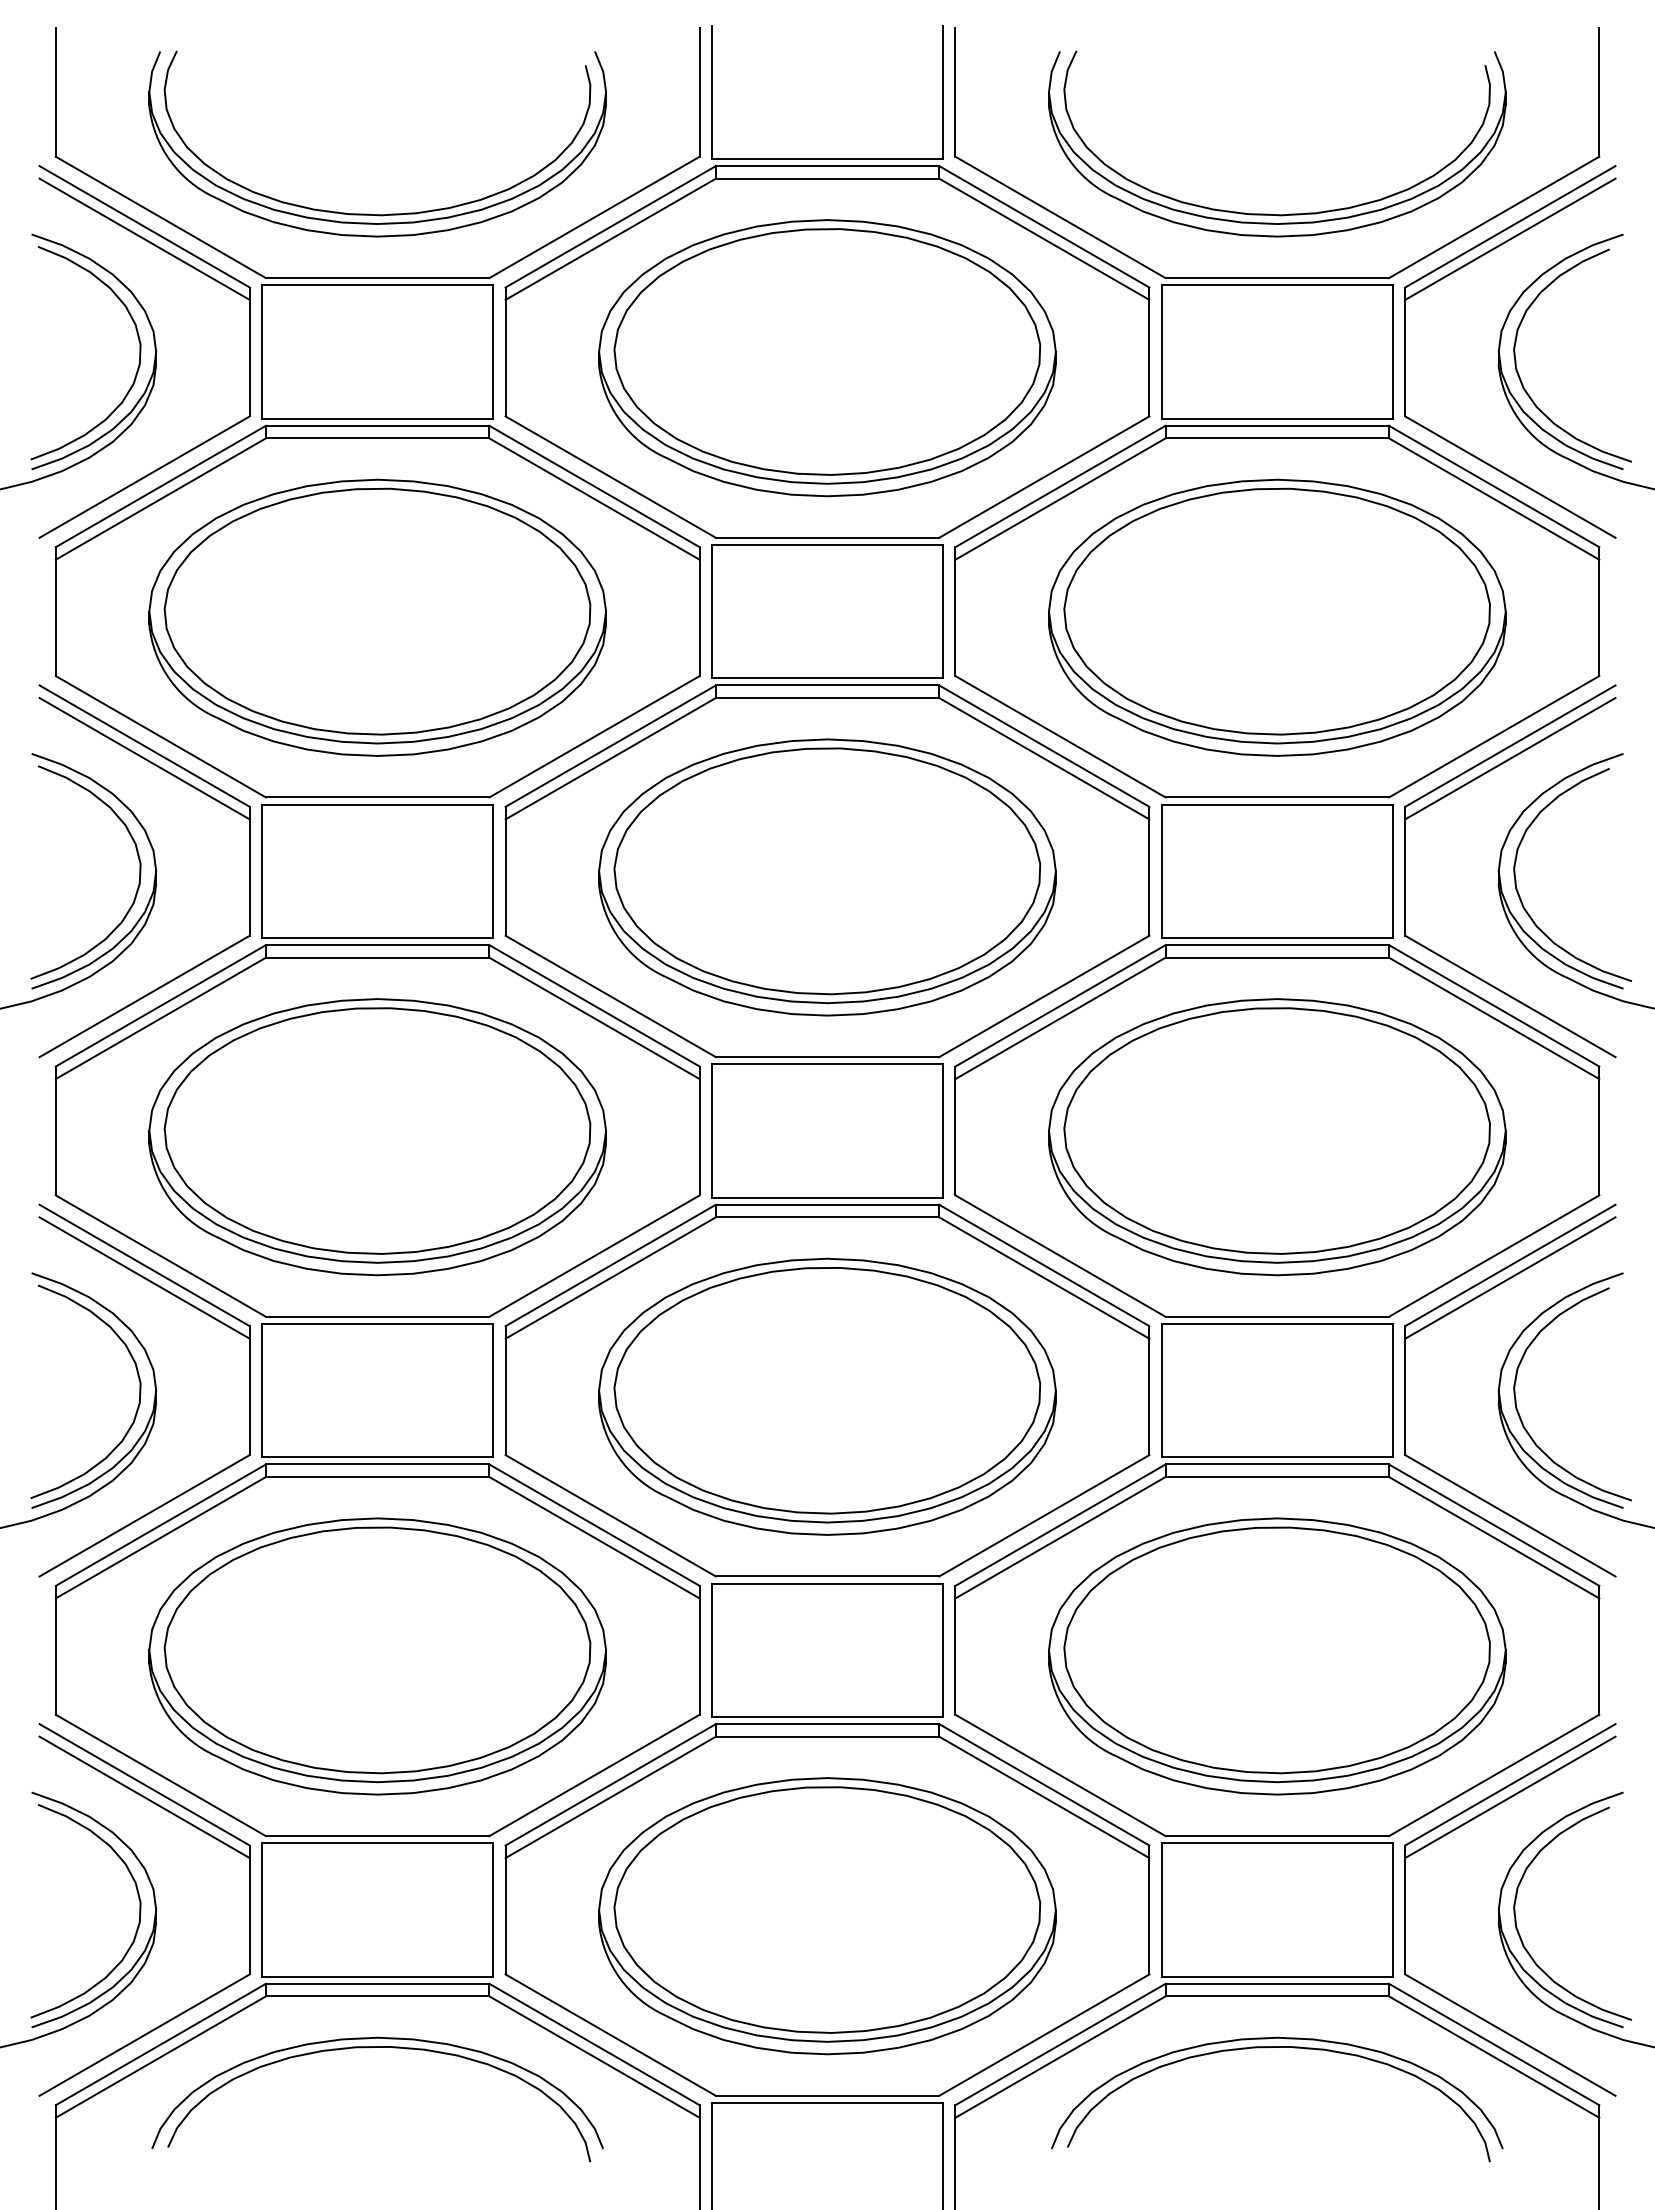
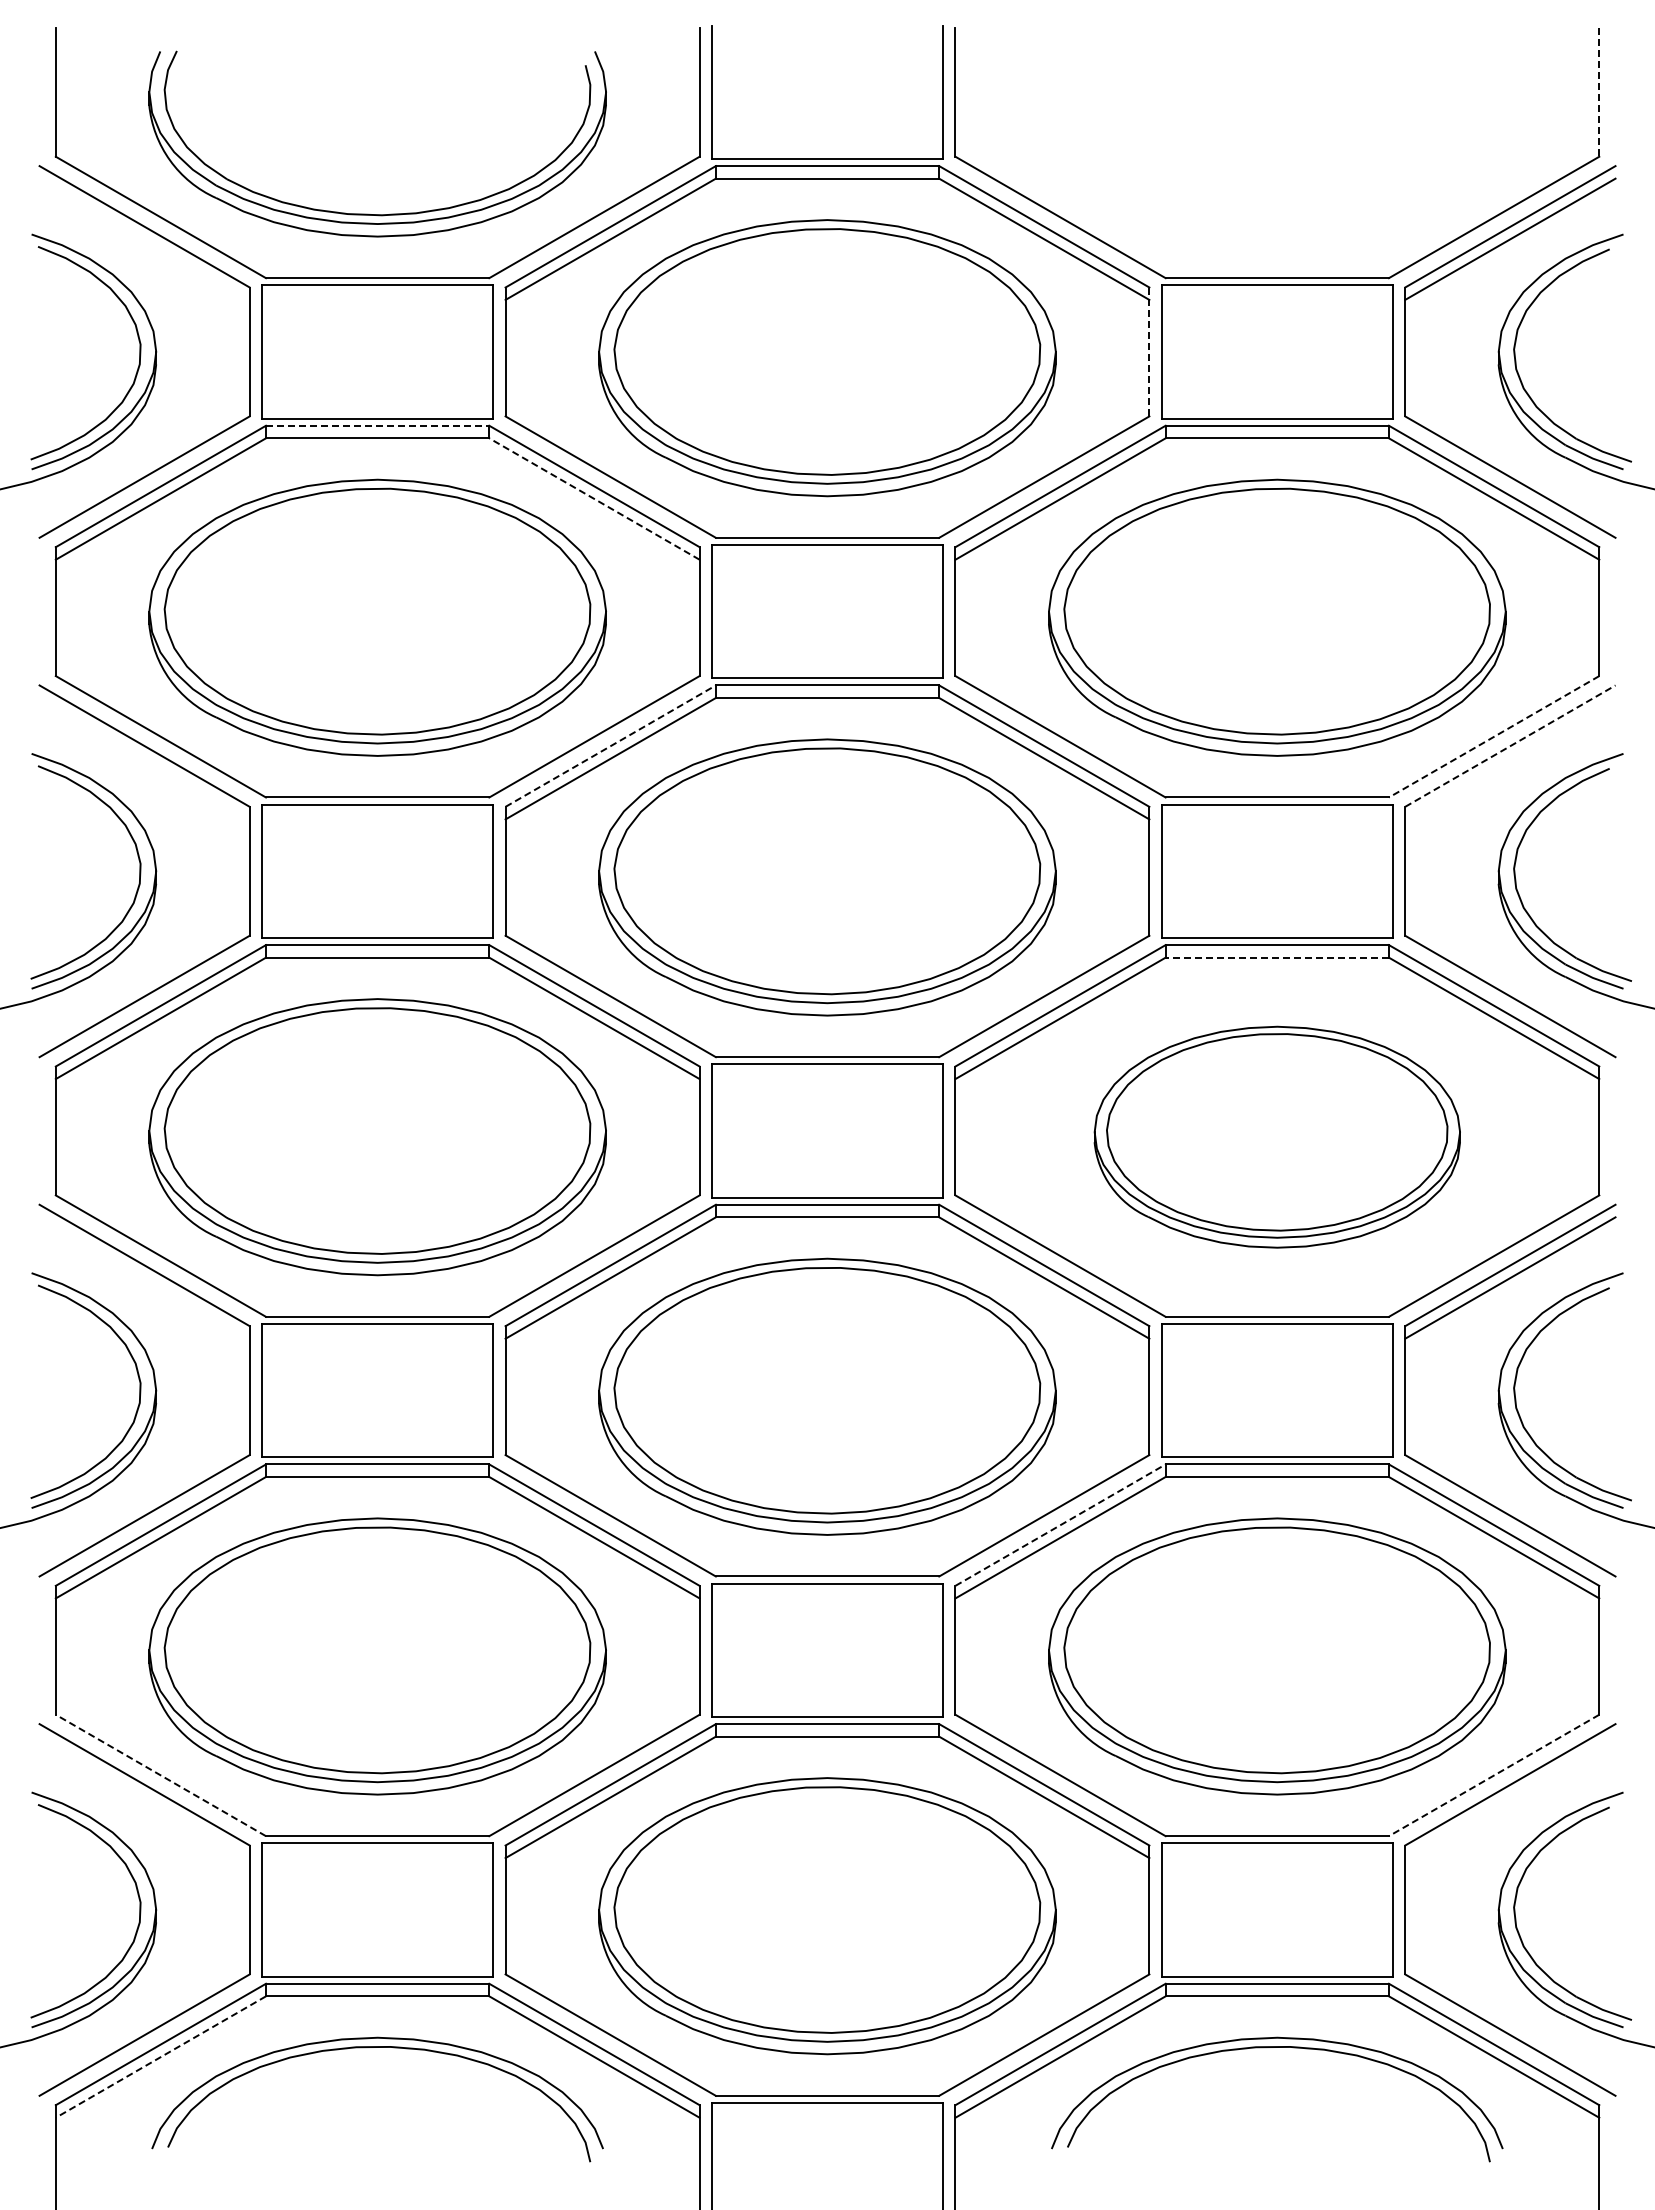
line at (1599, 92): solid -> dashed
part at (1268, 213): present -> none
line at (144, 238): present -> none
line at (1149, 352): solid -> dashed
line at (377, 425): solid -> dashed
line at (594, 498): solid -> dashed
line at (1493, 737): solid -> dashed
line at (611, 745): solid -> dashed
line at (1510, 745): solid -> dashed
line at (144, 758): present -> none
line at (1510, 758): present -> none
line at (1277, 957): solid -> dashed
part at (1277, 1137) size: 459x279 px -> 368x224 px
line at (144, 1277): present -> none
line at (1060, 1524): solid -> dashed
line at (160, 1775): solid -> dashed
line at (1493, 1775): solid -> dashed
line at (144, 1797): present -> none
line at (1510, 1797): present -> none
line at (160, 2057): solid -> dashed
